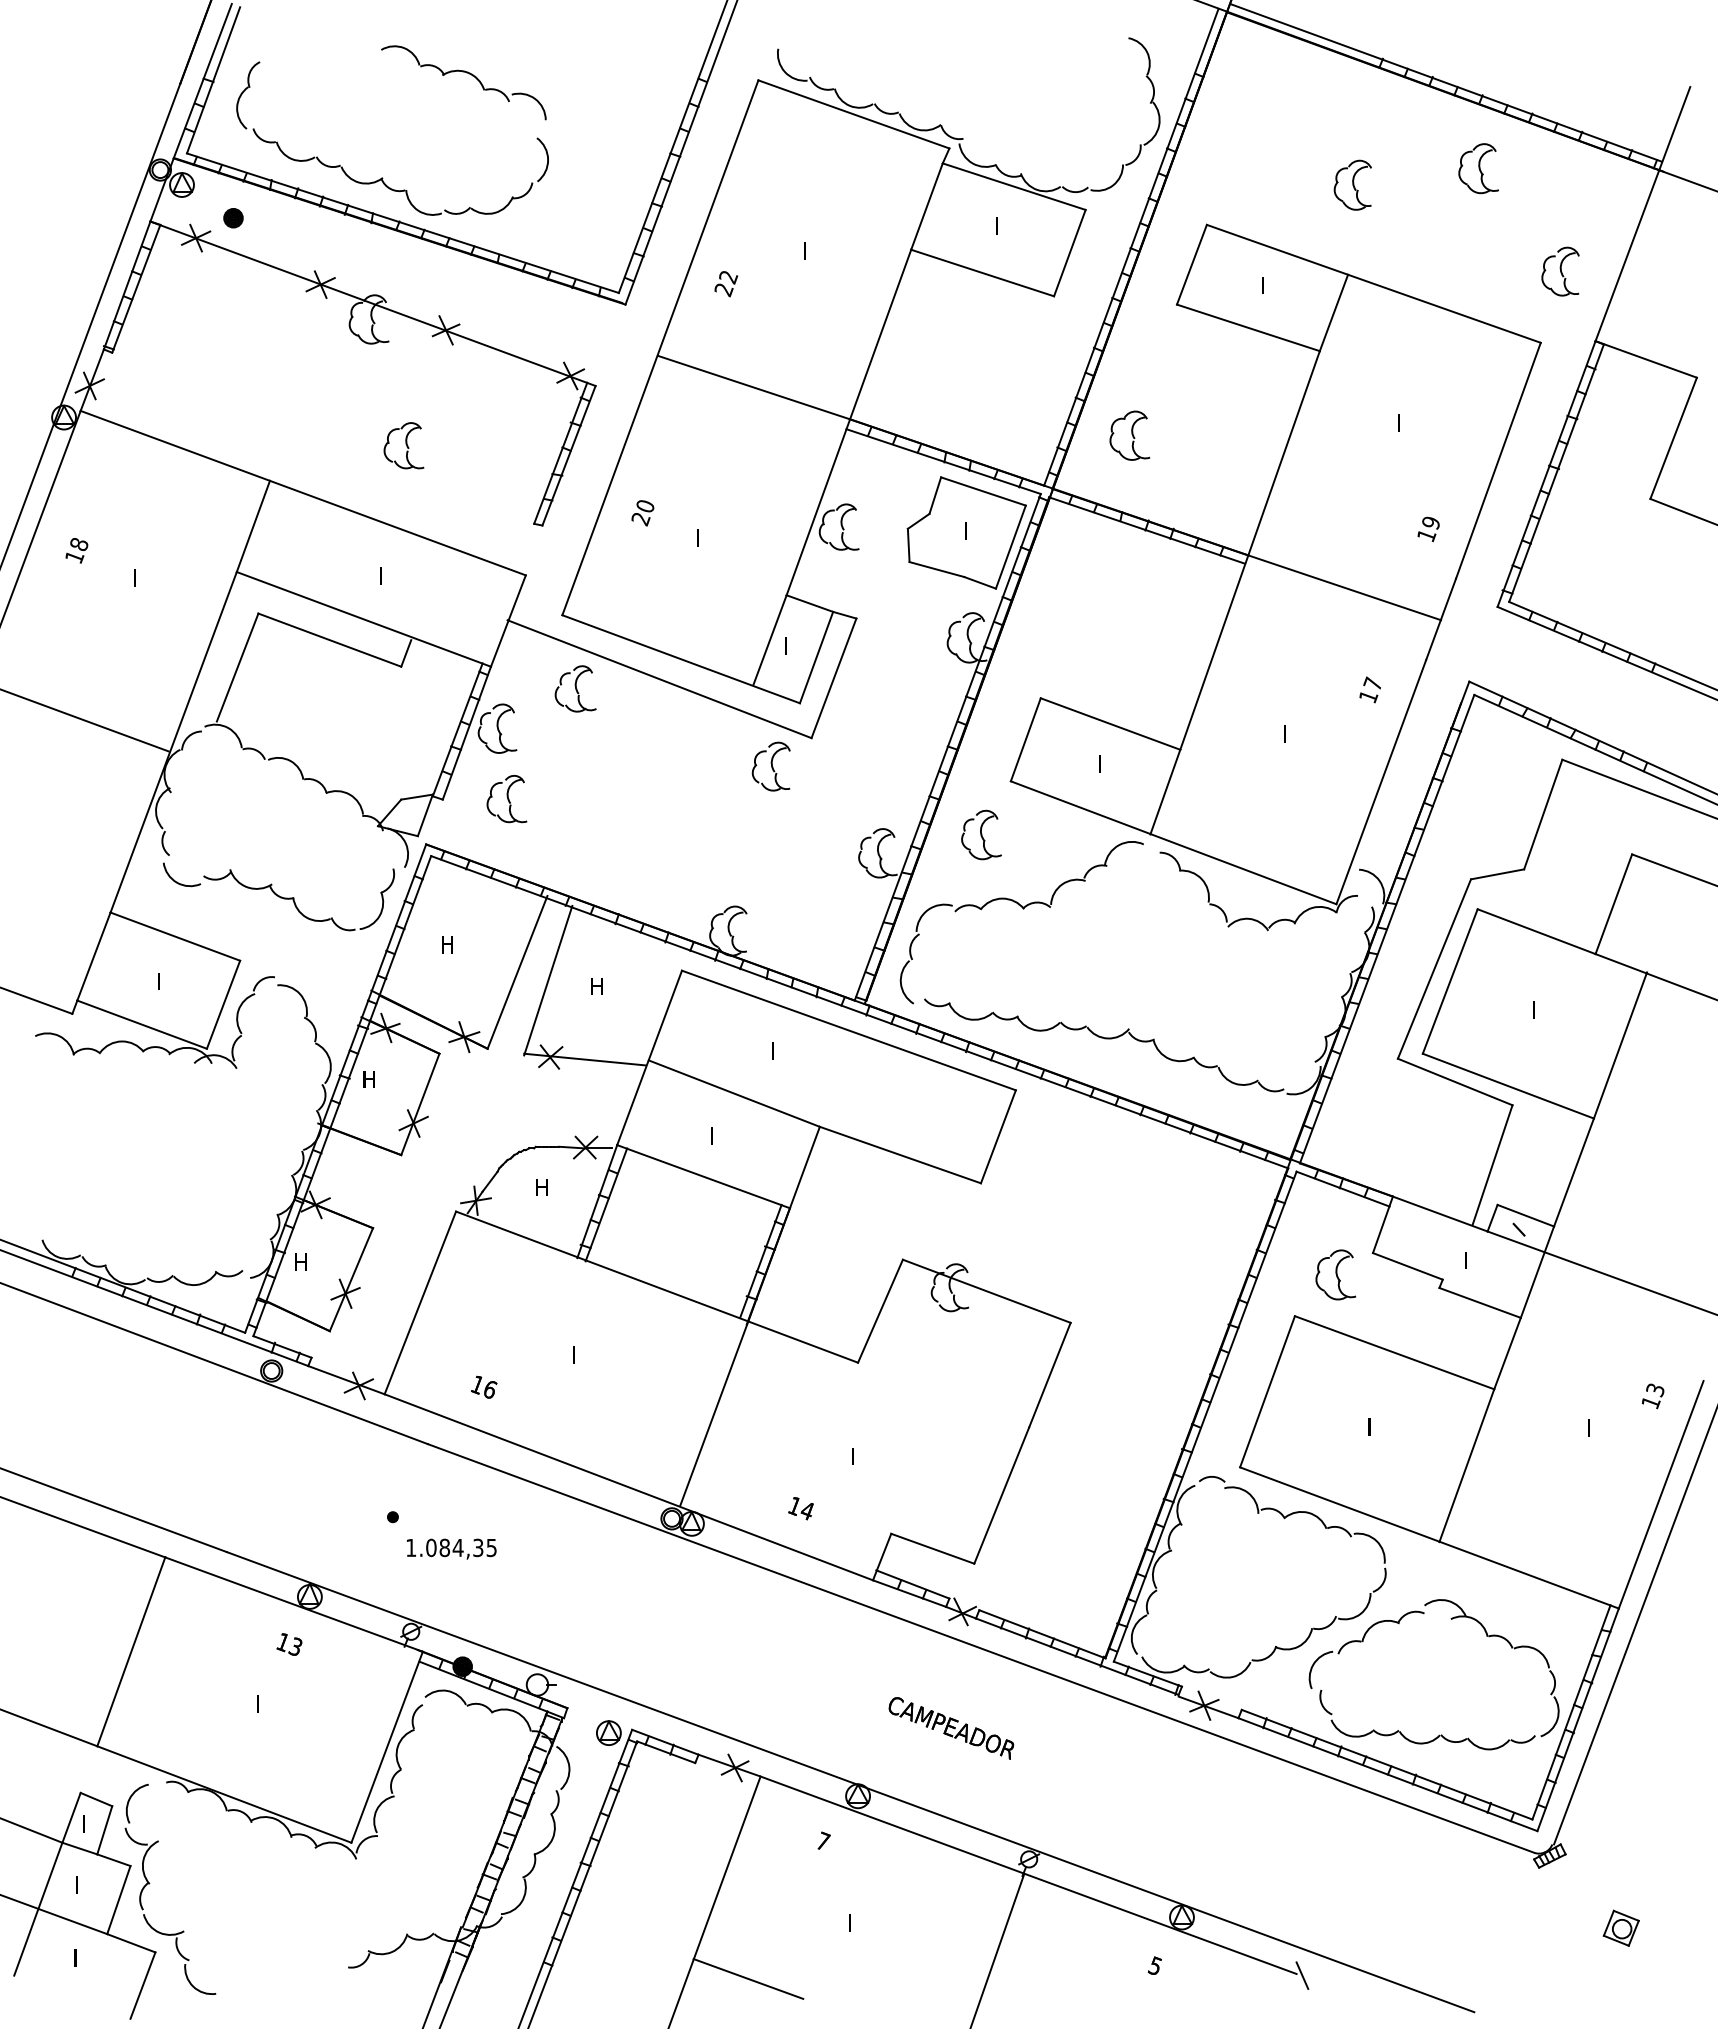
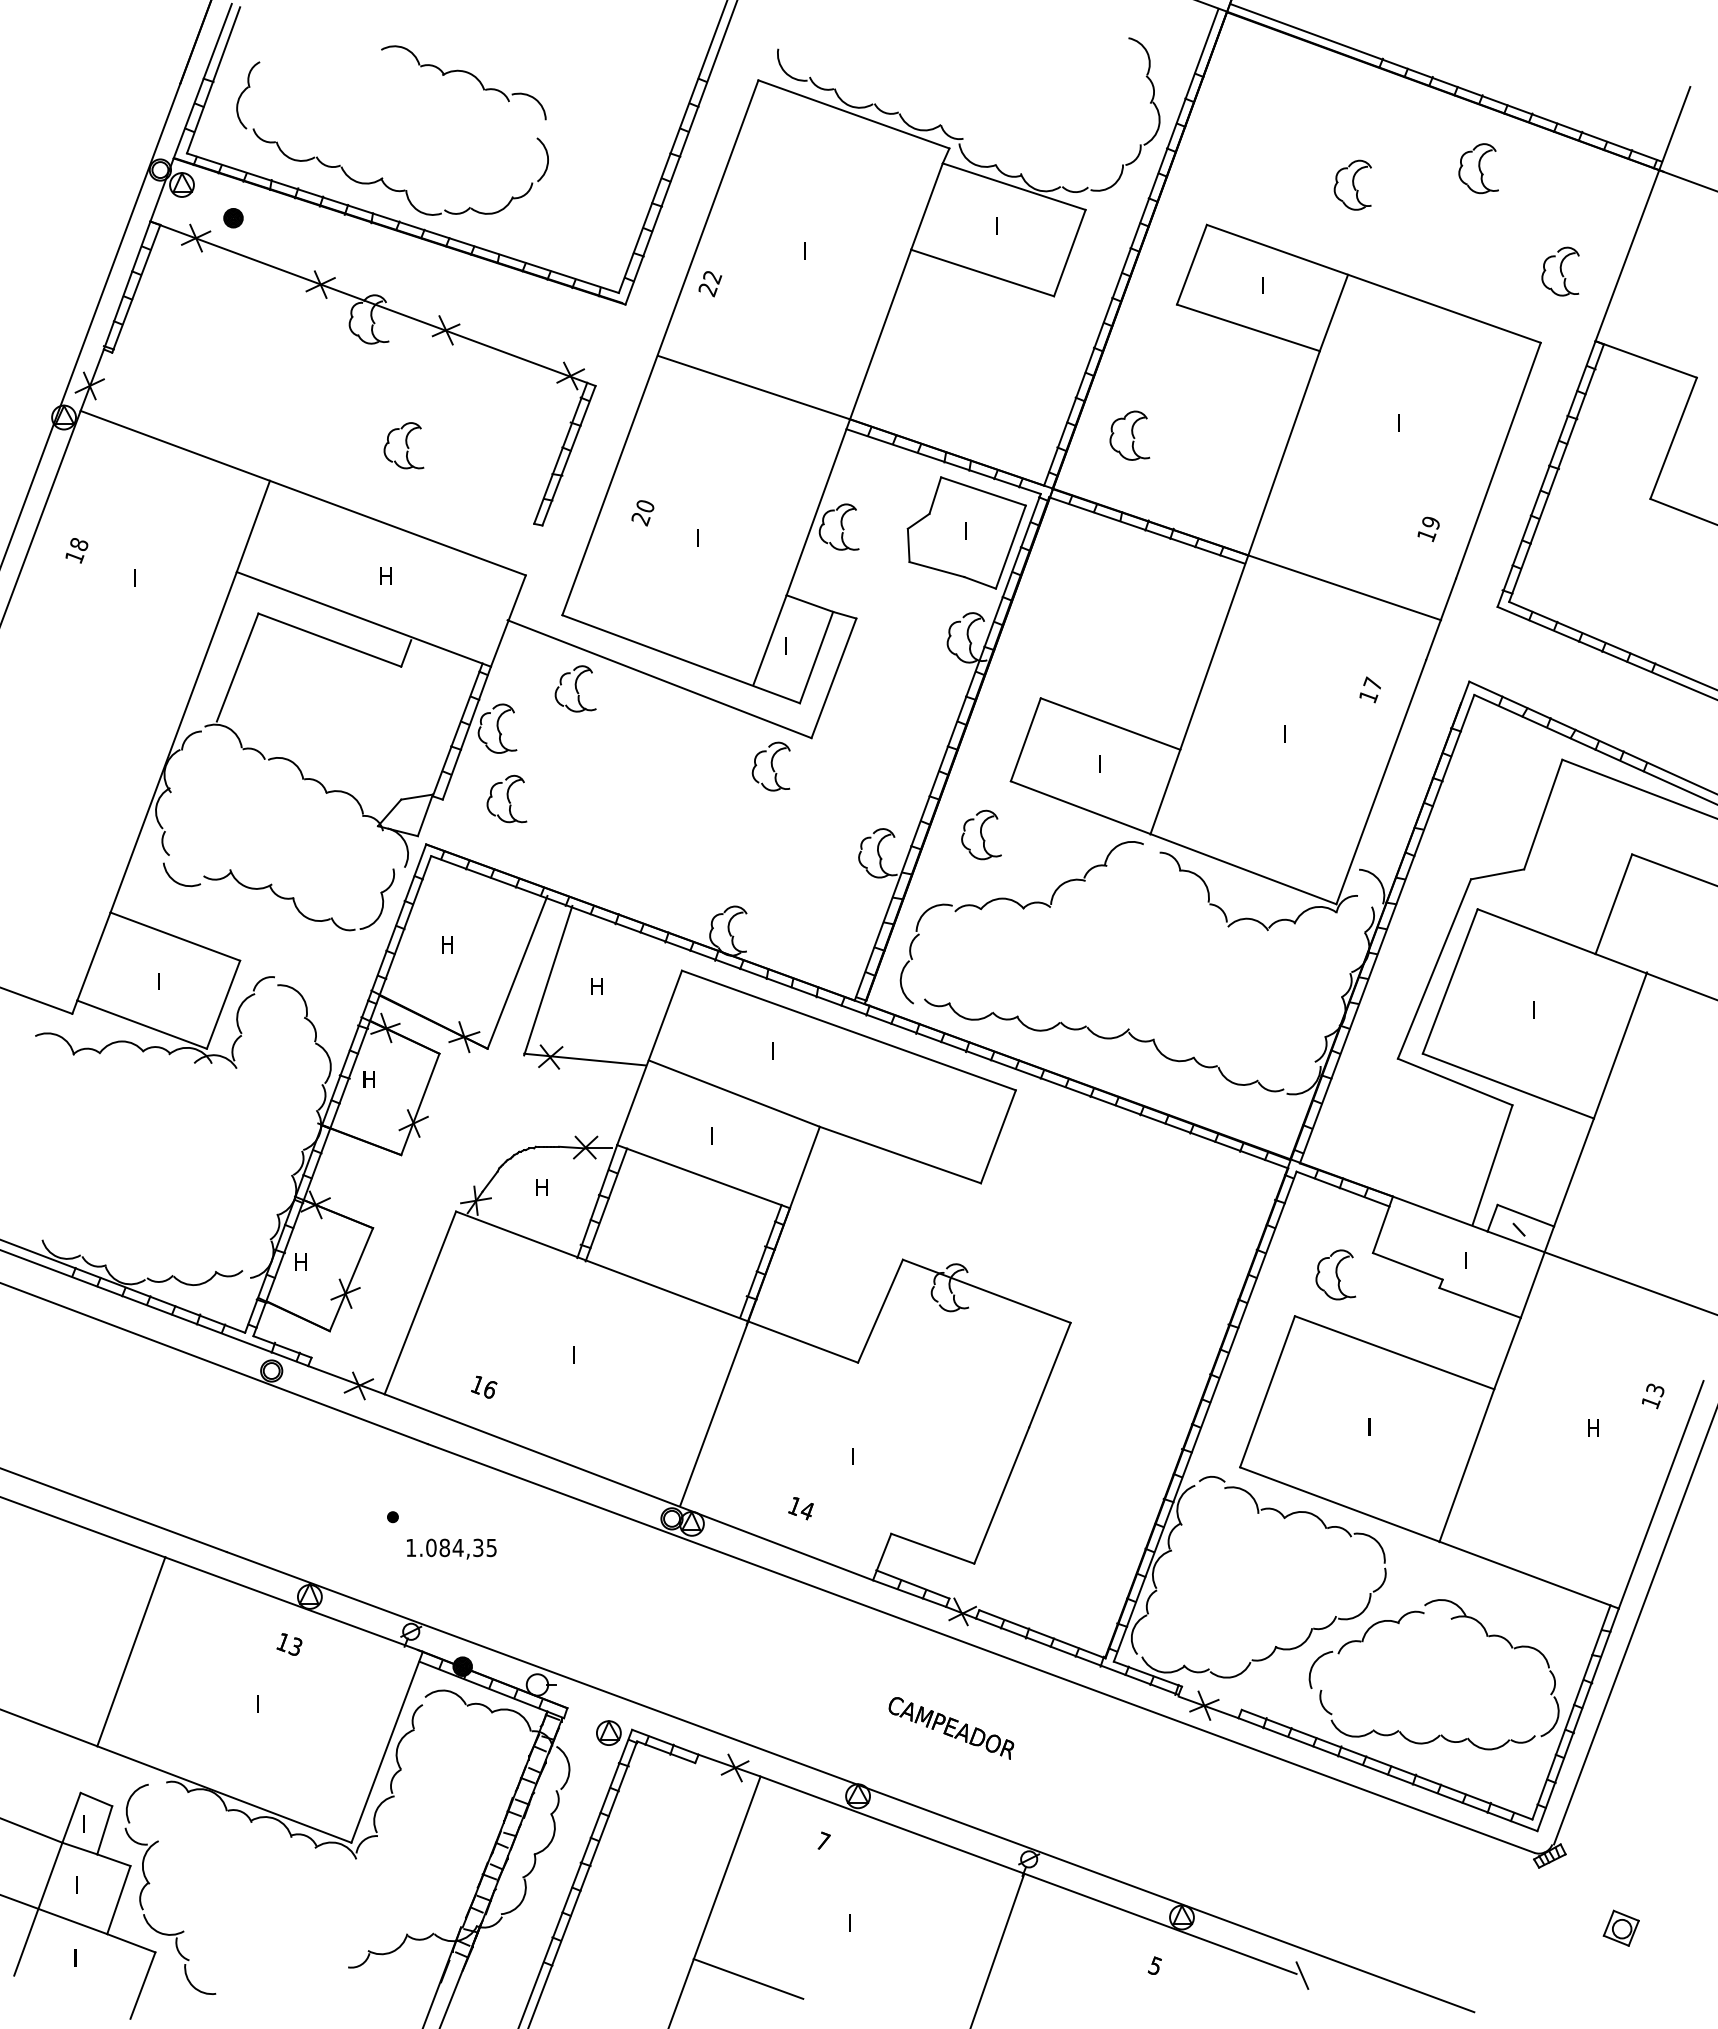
text at (726, 284) position: (726, 284) -> (710, 284)
text at (386, 575): I -> H
line at (85, 720): present -> none
text at (1594, 1427): I -> H
